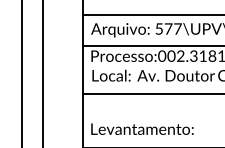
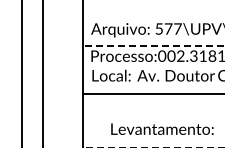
line at (152, 14): present -> none
line at (153, 46): solid -> dashed
text at (142, 128) position: (142, 128) -> (162, 128)
line at (153, 147): solid -> dashed
